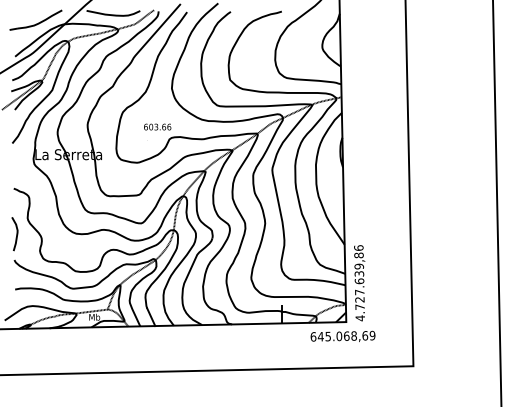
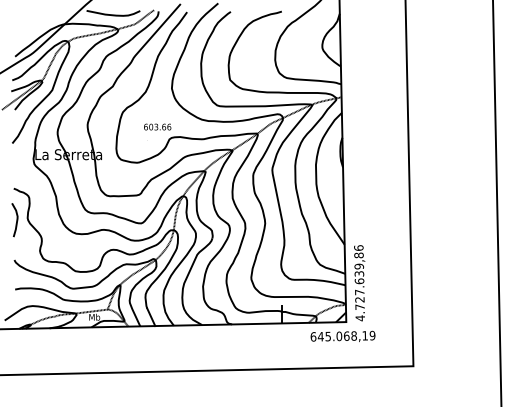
part at (35, 19): present -> none
curve at (16, 234) position: (16, 234) -> (16, 220)
text at (365, 335): 645.068,69 -> 645.068,19
